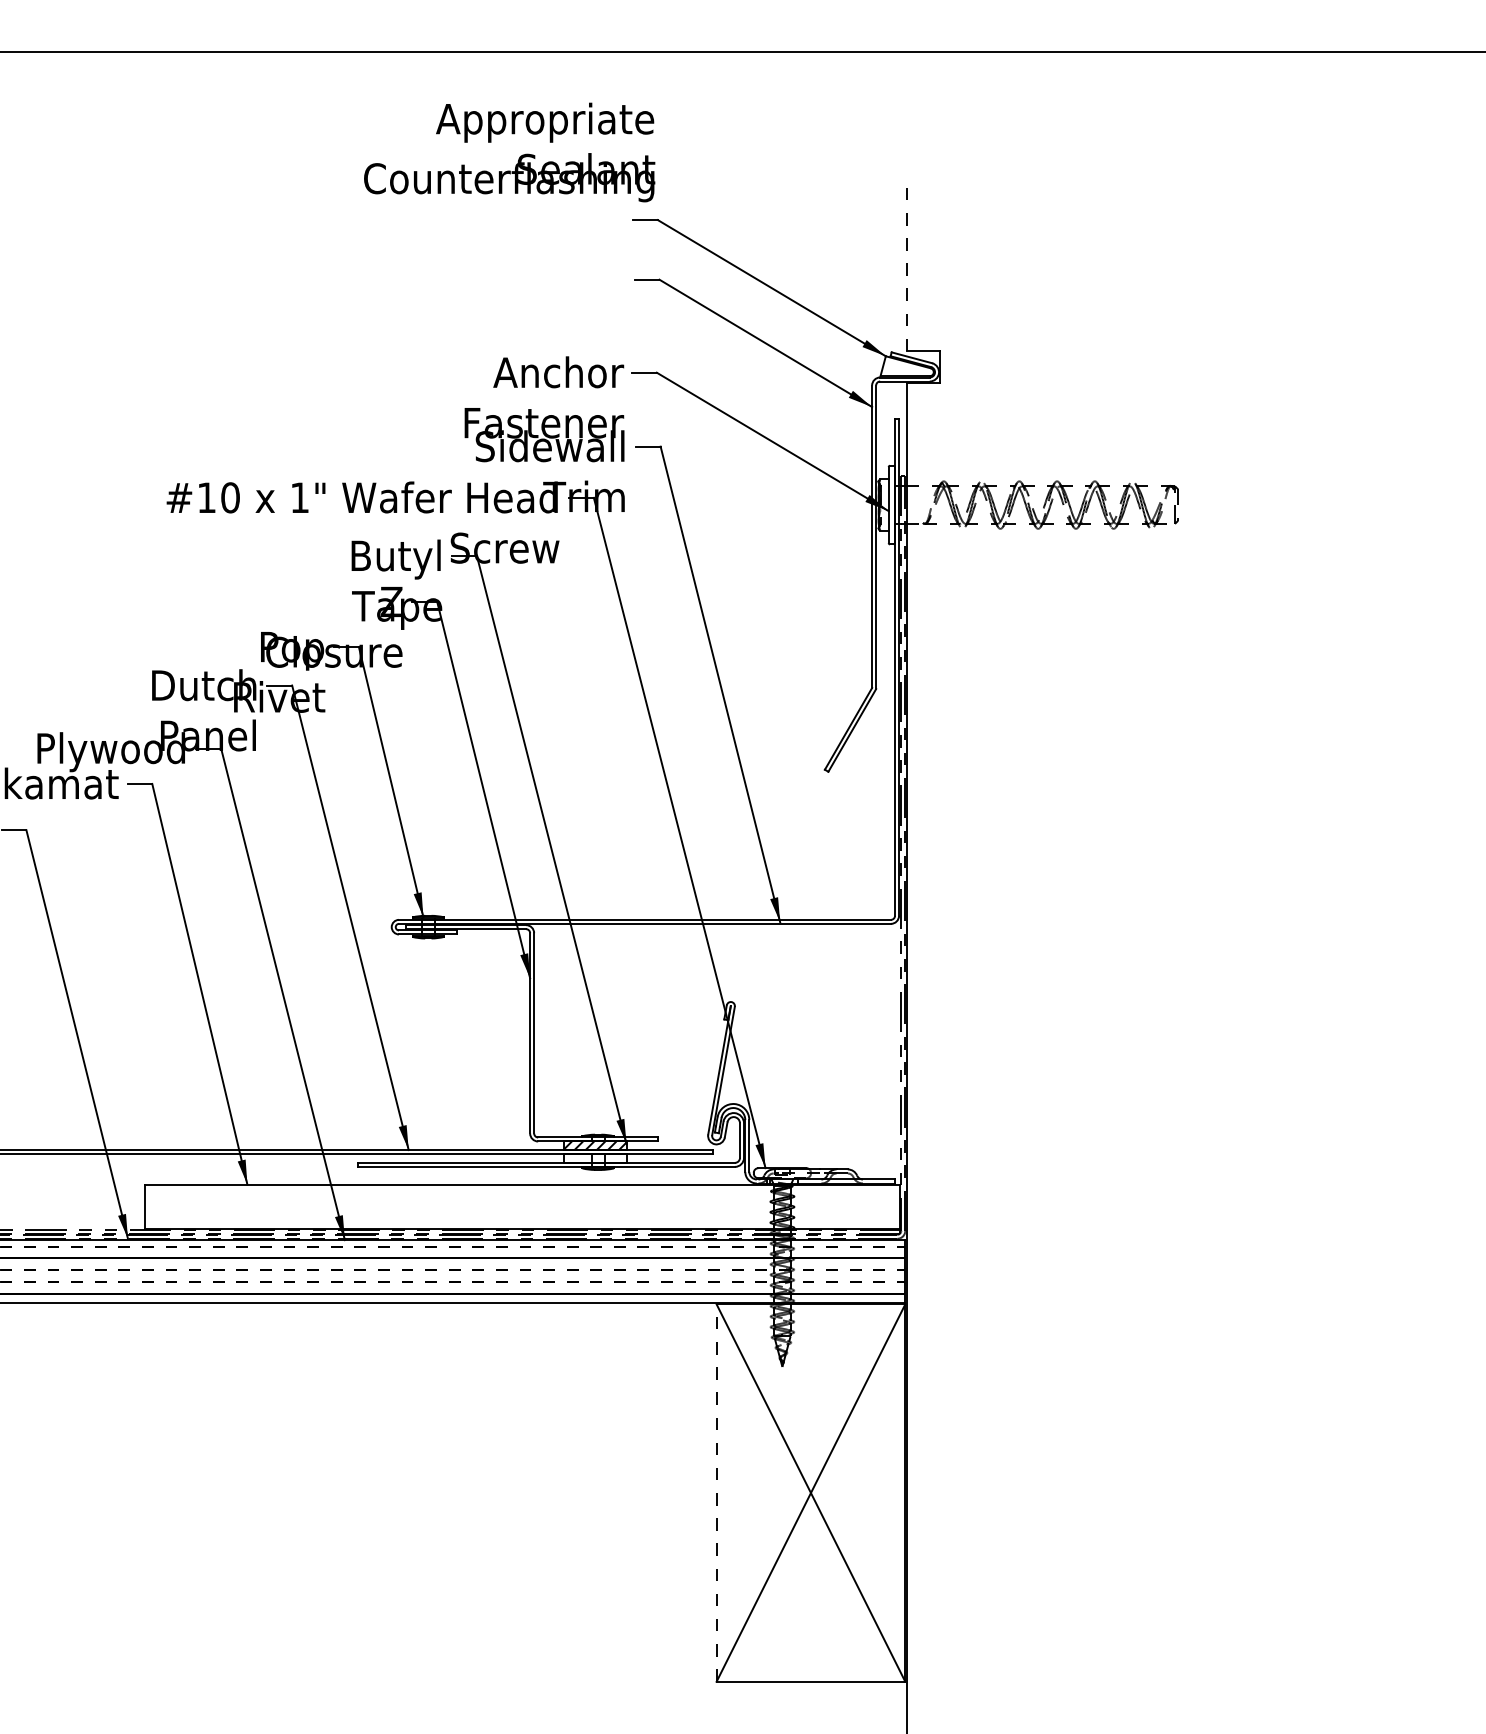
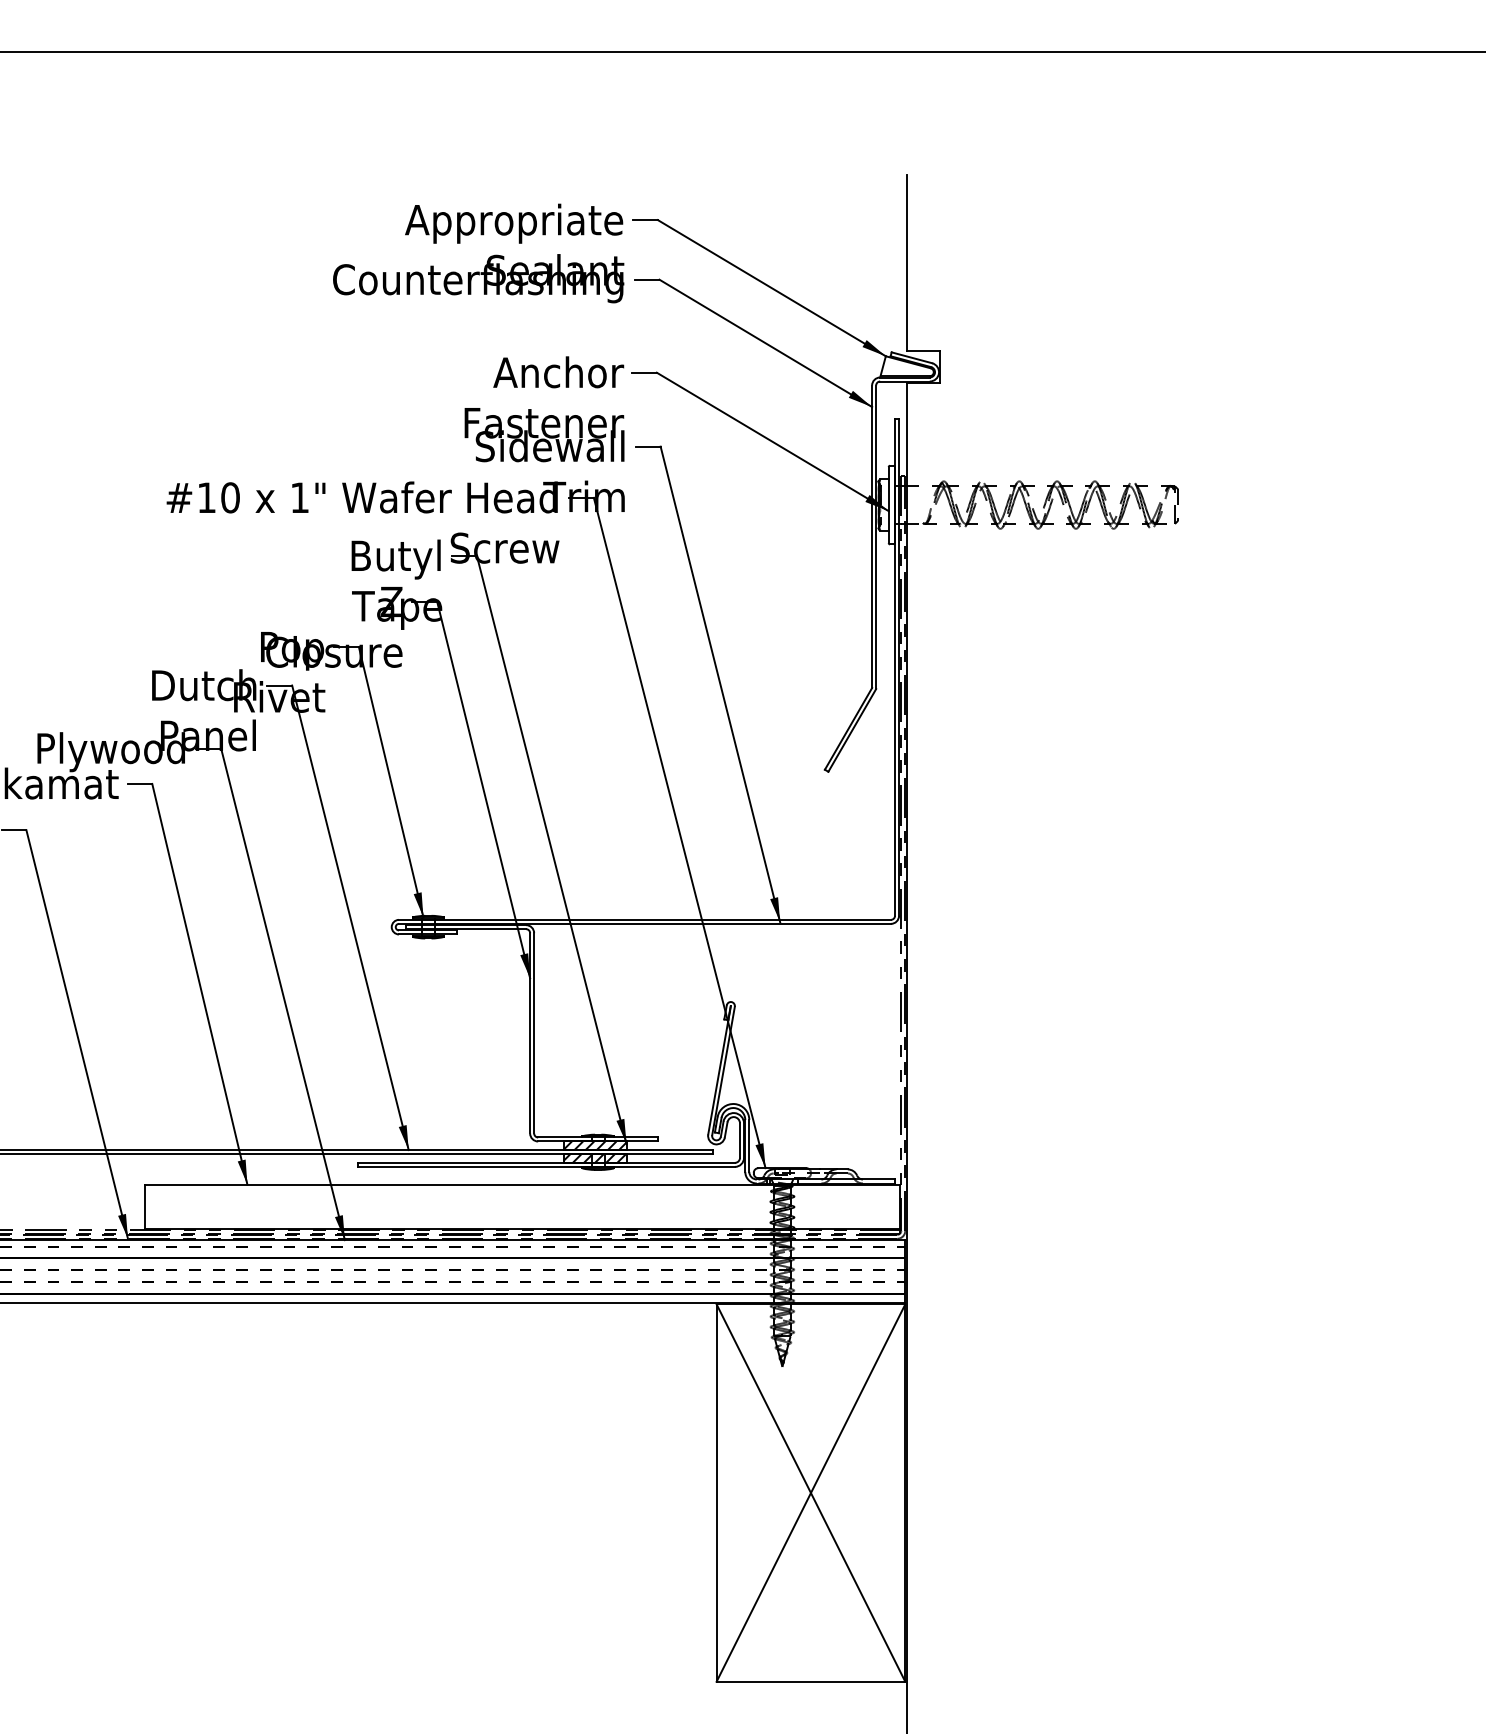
text at (509, 152) position: (509, 152) -> (478, 253)
line at (906, 262): dashed -> solid
hatch at (594, 1158): none -> present
line at (716, 1493): dashed -> solid
